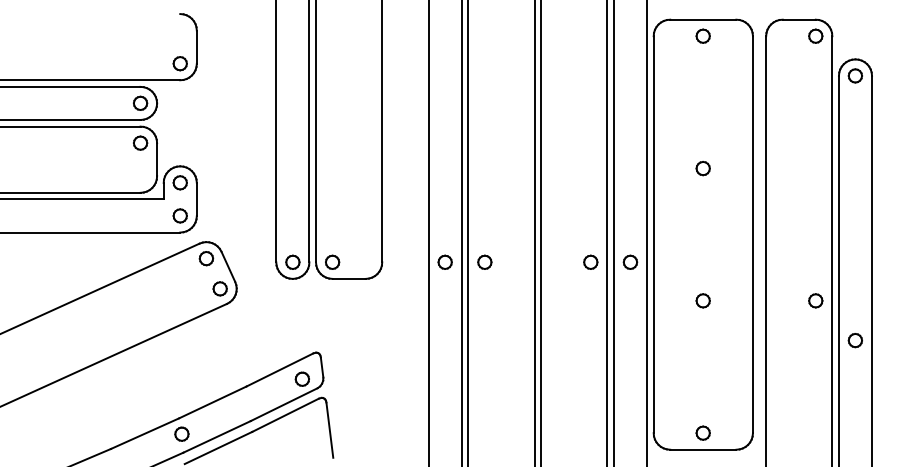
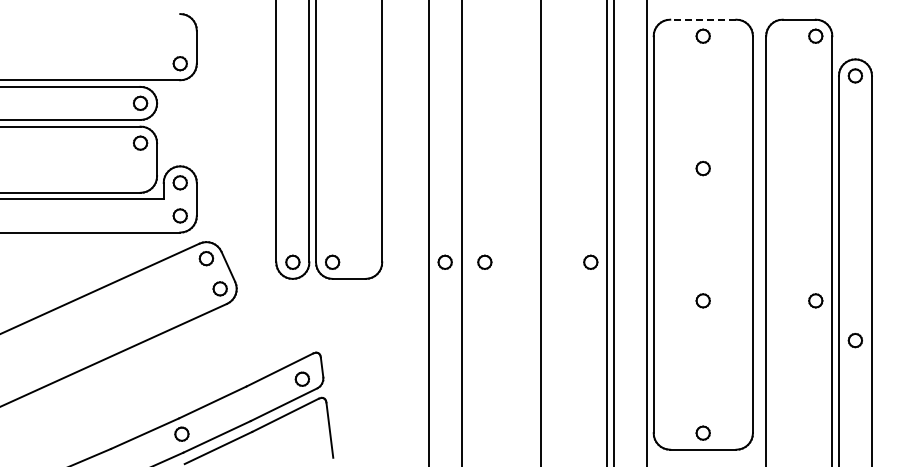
line at (702, 19): solid -> dashed
line at (468, 232): present -> none
line at (534, 232): present -> none
part at (630, 261): present -> none
